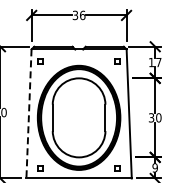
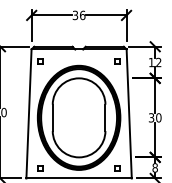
text at (158, 62): 17 -> 12
line at (28, 113): dashed -> solid
text at (154, 167): 9 -> 8
